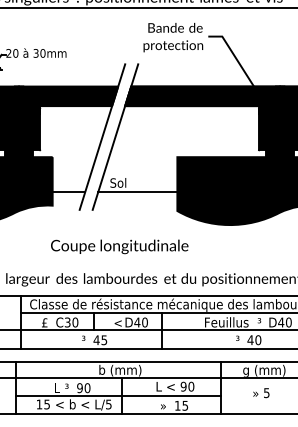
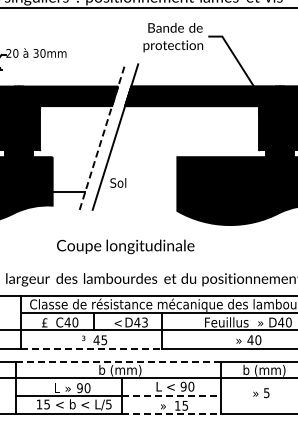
line at (102, 136): solid -> dashed
line at (137, 192): present -> none
text at (119, 246) position: (119, 246) -> (125, 246)
text at (67, 322): C30 -> C40
text at (144, 322): D40 -> D43
text at (260, 322): ³ -> »
text at (238, 339): ³ -> »
line at (92, 348): solid -> dashed
line at (118, 361): solid -> dashed
text at (246, 370): g (mm) -> b (mm)
text at (67, 387): ³ -> »
line at (171, 396): solid -> dashed
line at (171, 414): solid -> dashed
